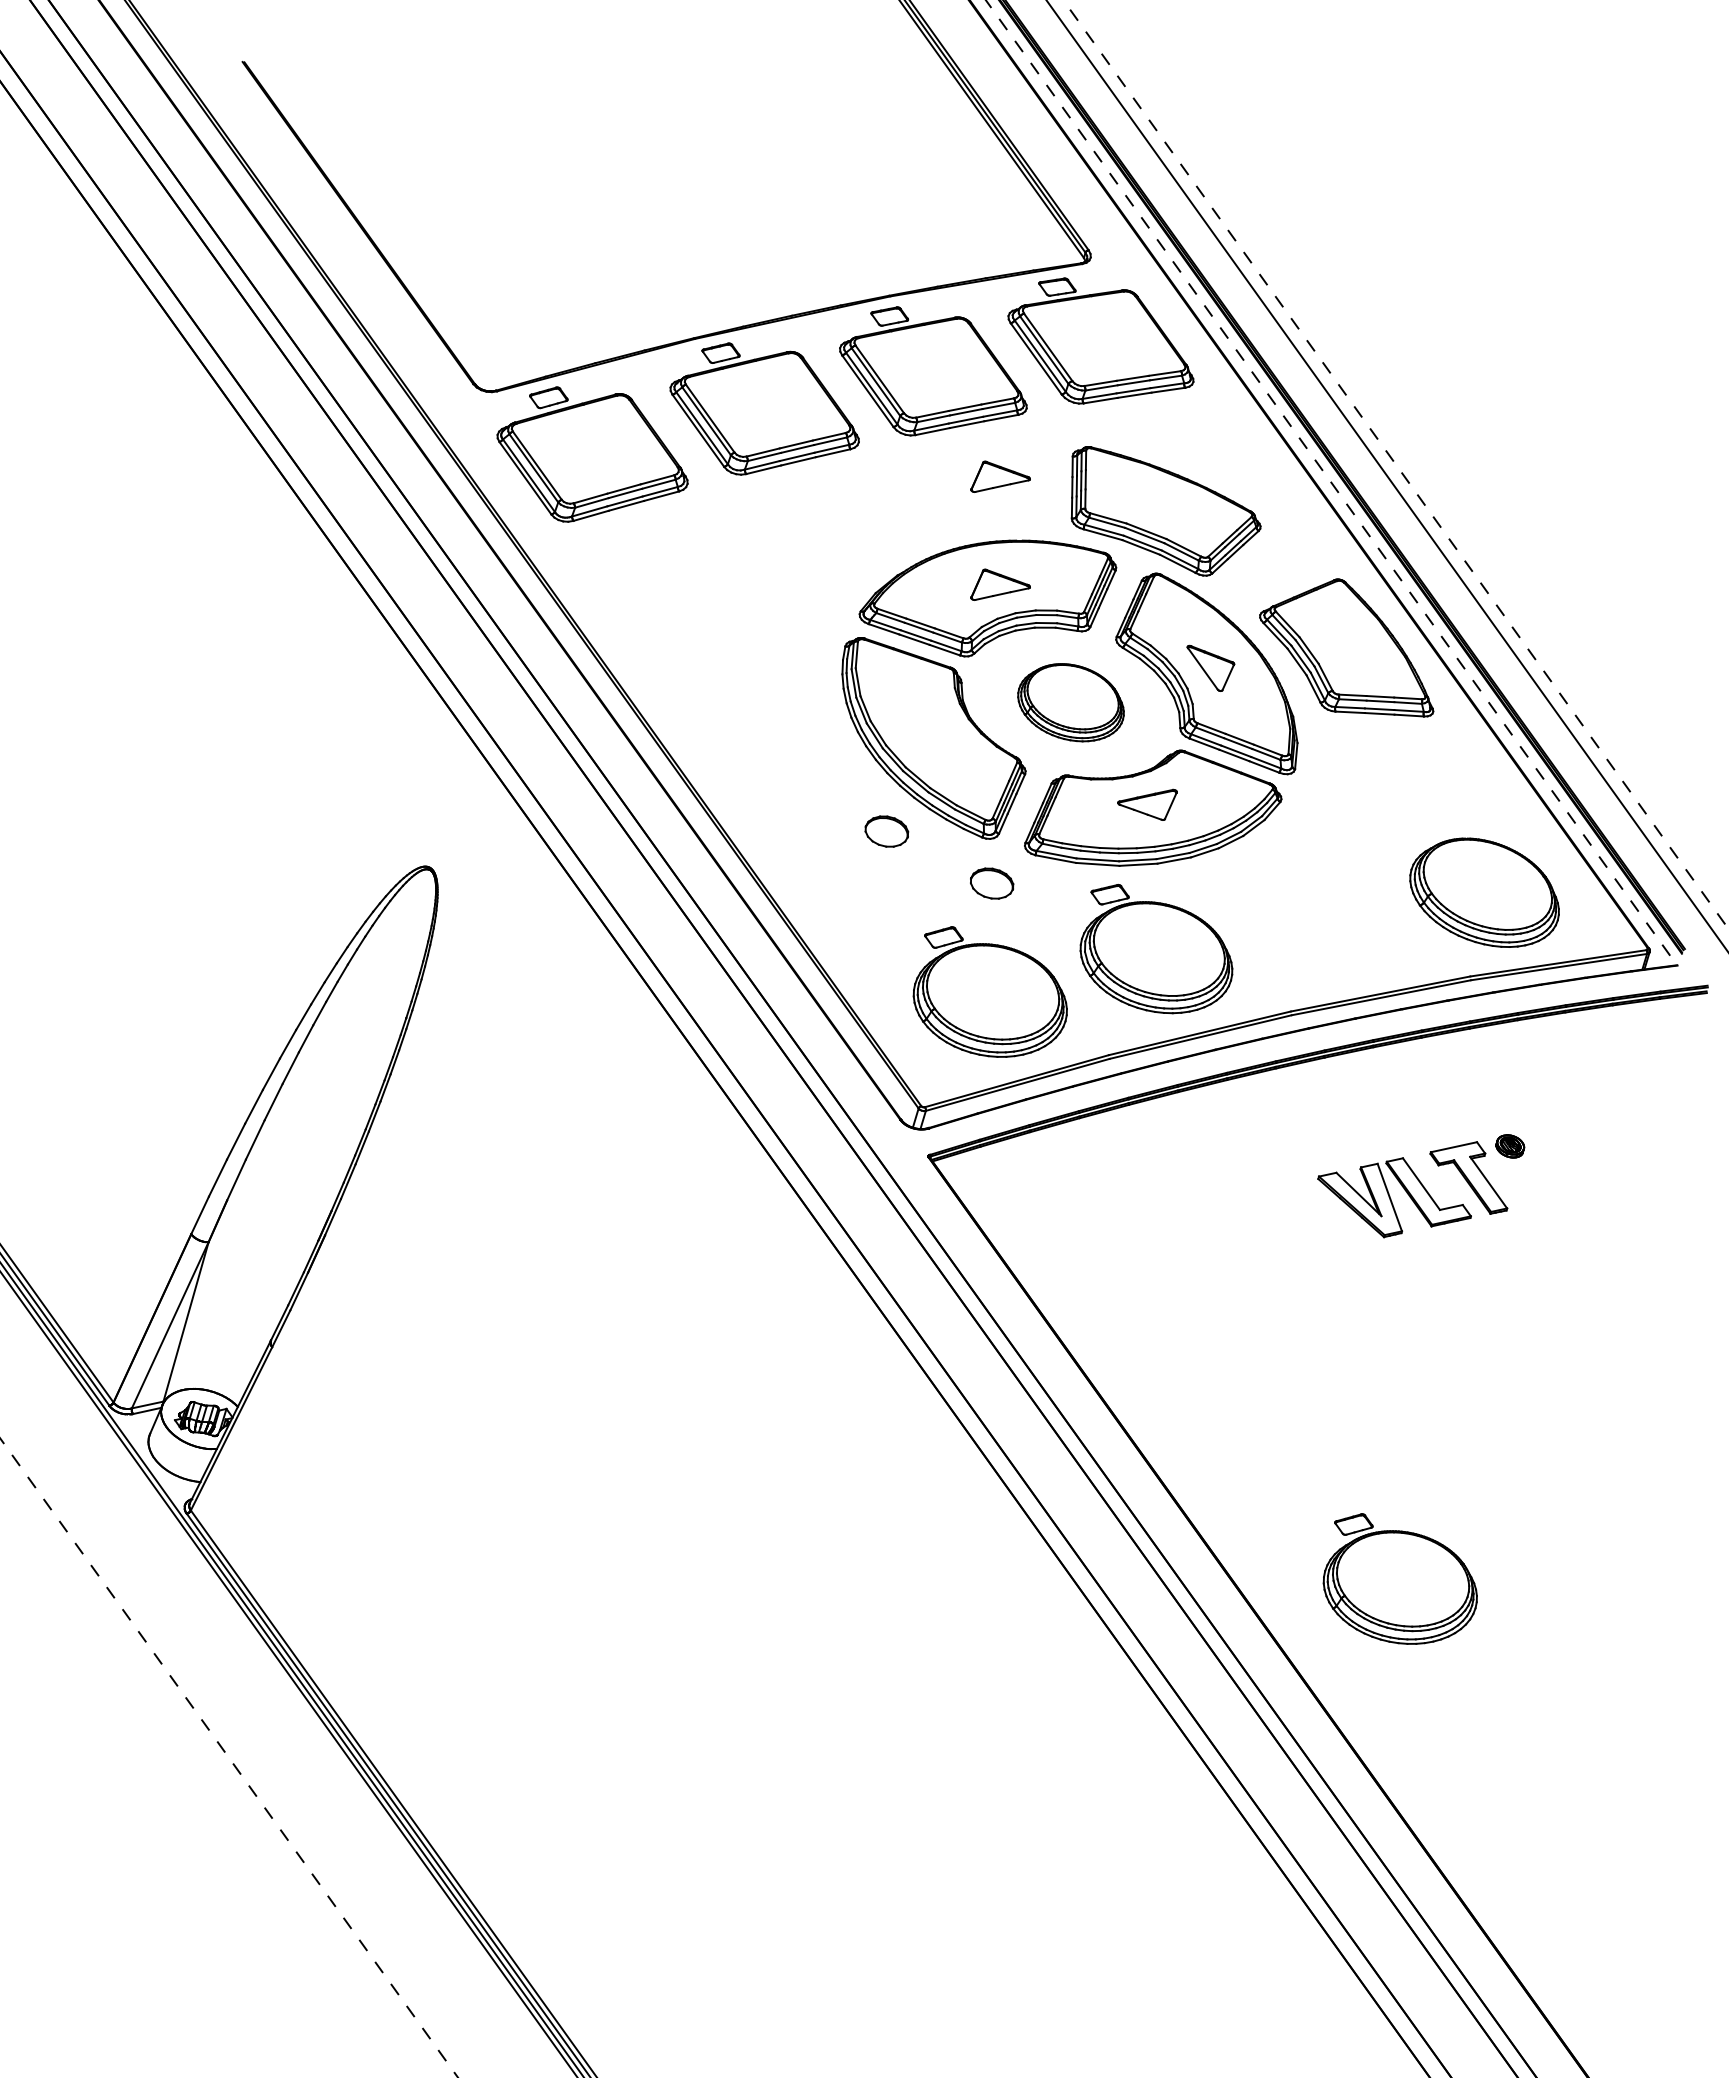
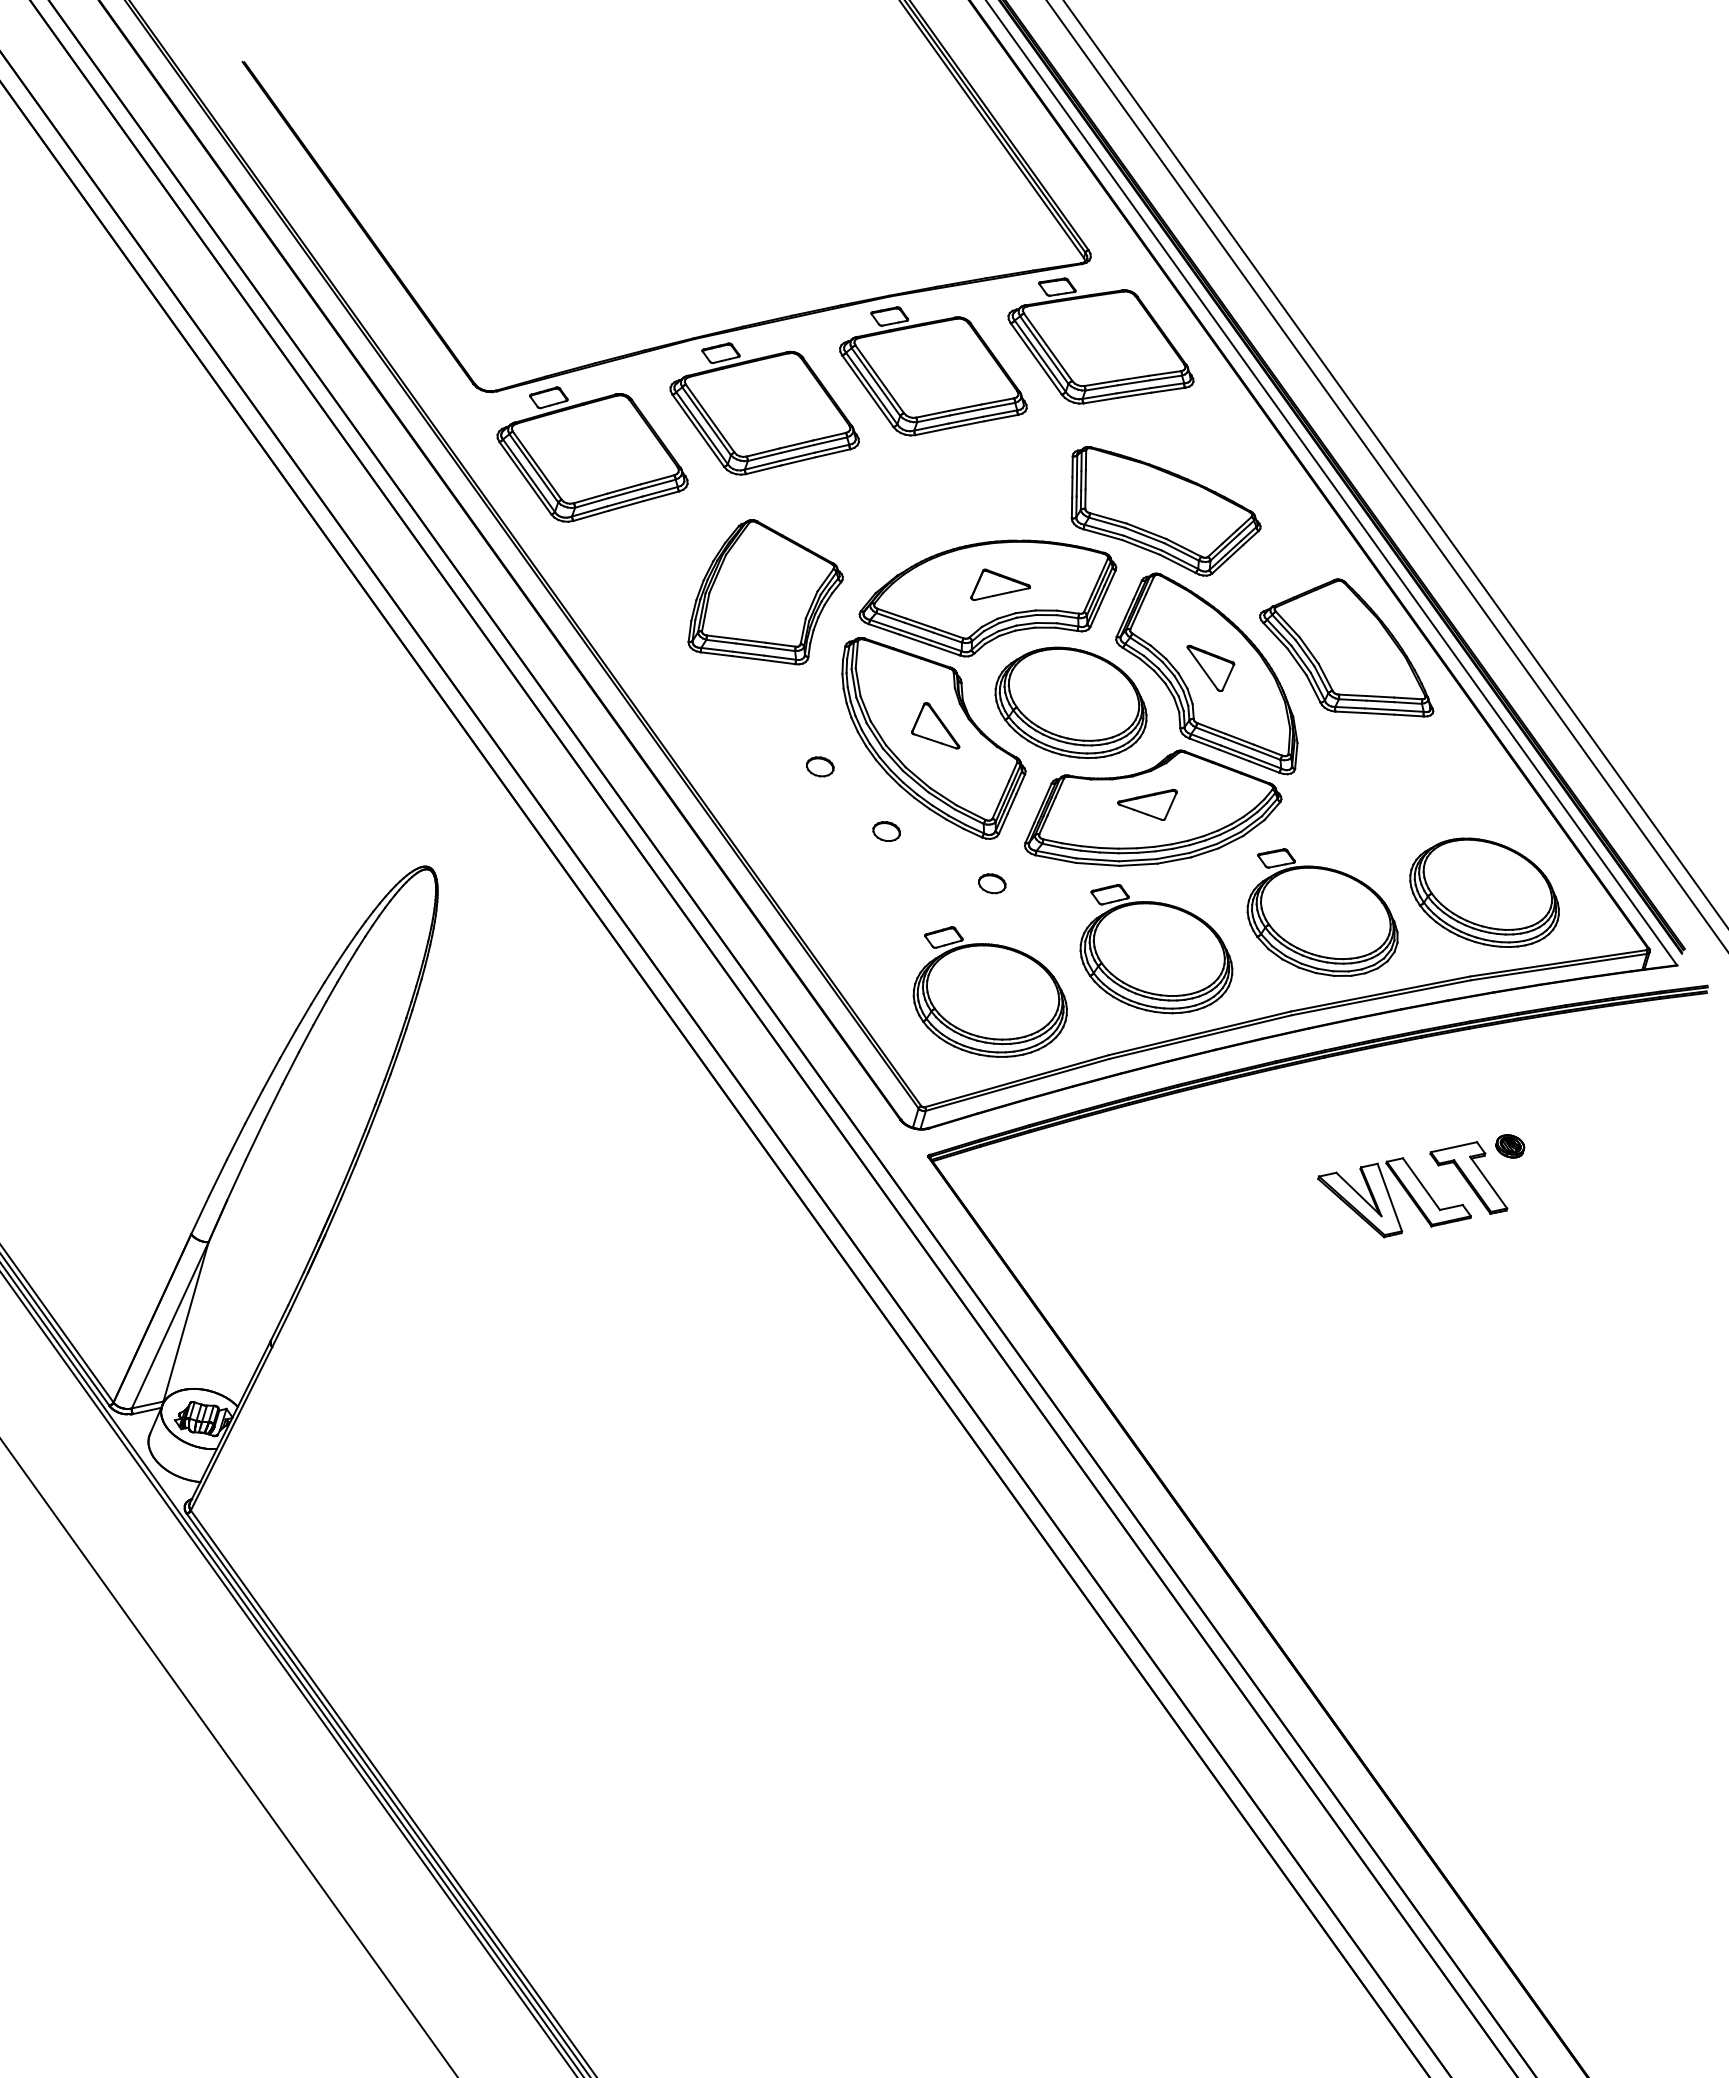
line at (1395, 464): dashed -> solid
part at (1000, 476): present -> none
line at (1331, 482): dashed -> solid
part at (765, 592): none -> present
part at (1070, 702) size: 108x80 px -> 154x113 px
part at (935, 725): none -> present
part at (820, 766): none -> present
part at (886, 831) size: 46x33 px -> 29x21 px
part at (992, 883) size: 45x33 px -> 29x22 px
part at (1322, 912): none -> present
part at (1399, 1578): present -> none
line at (229, 1757): dashed -> solid
